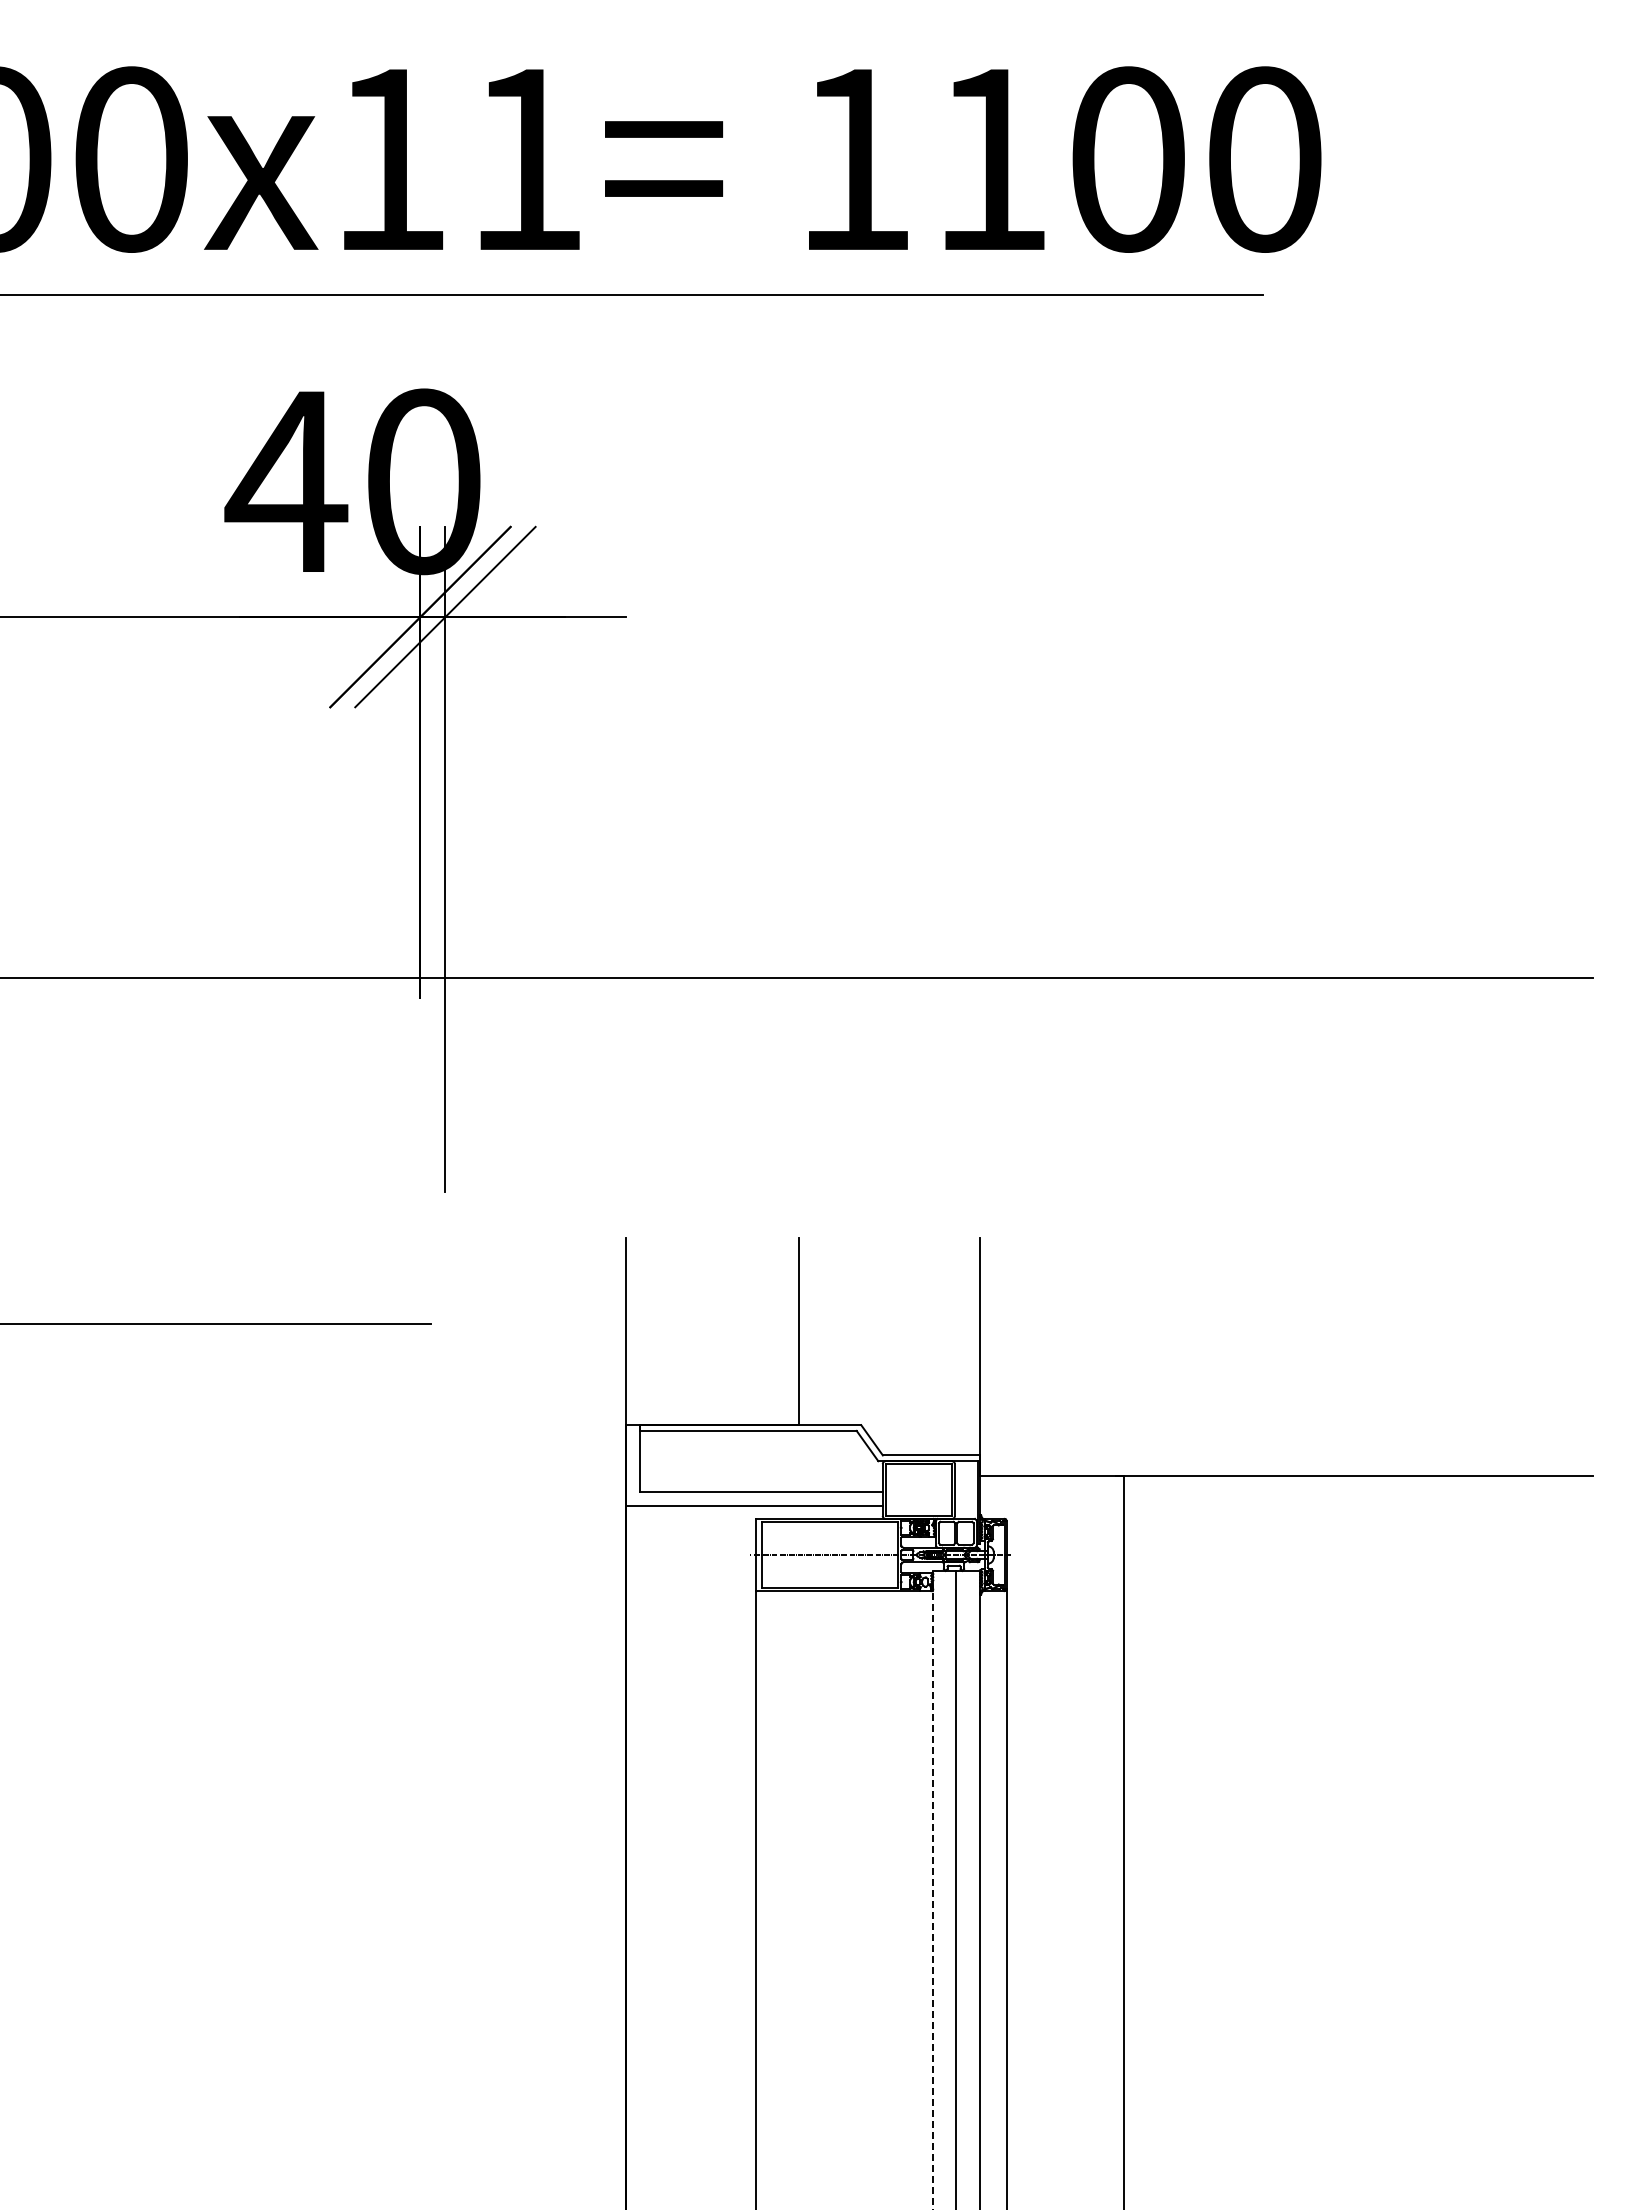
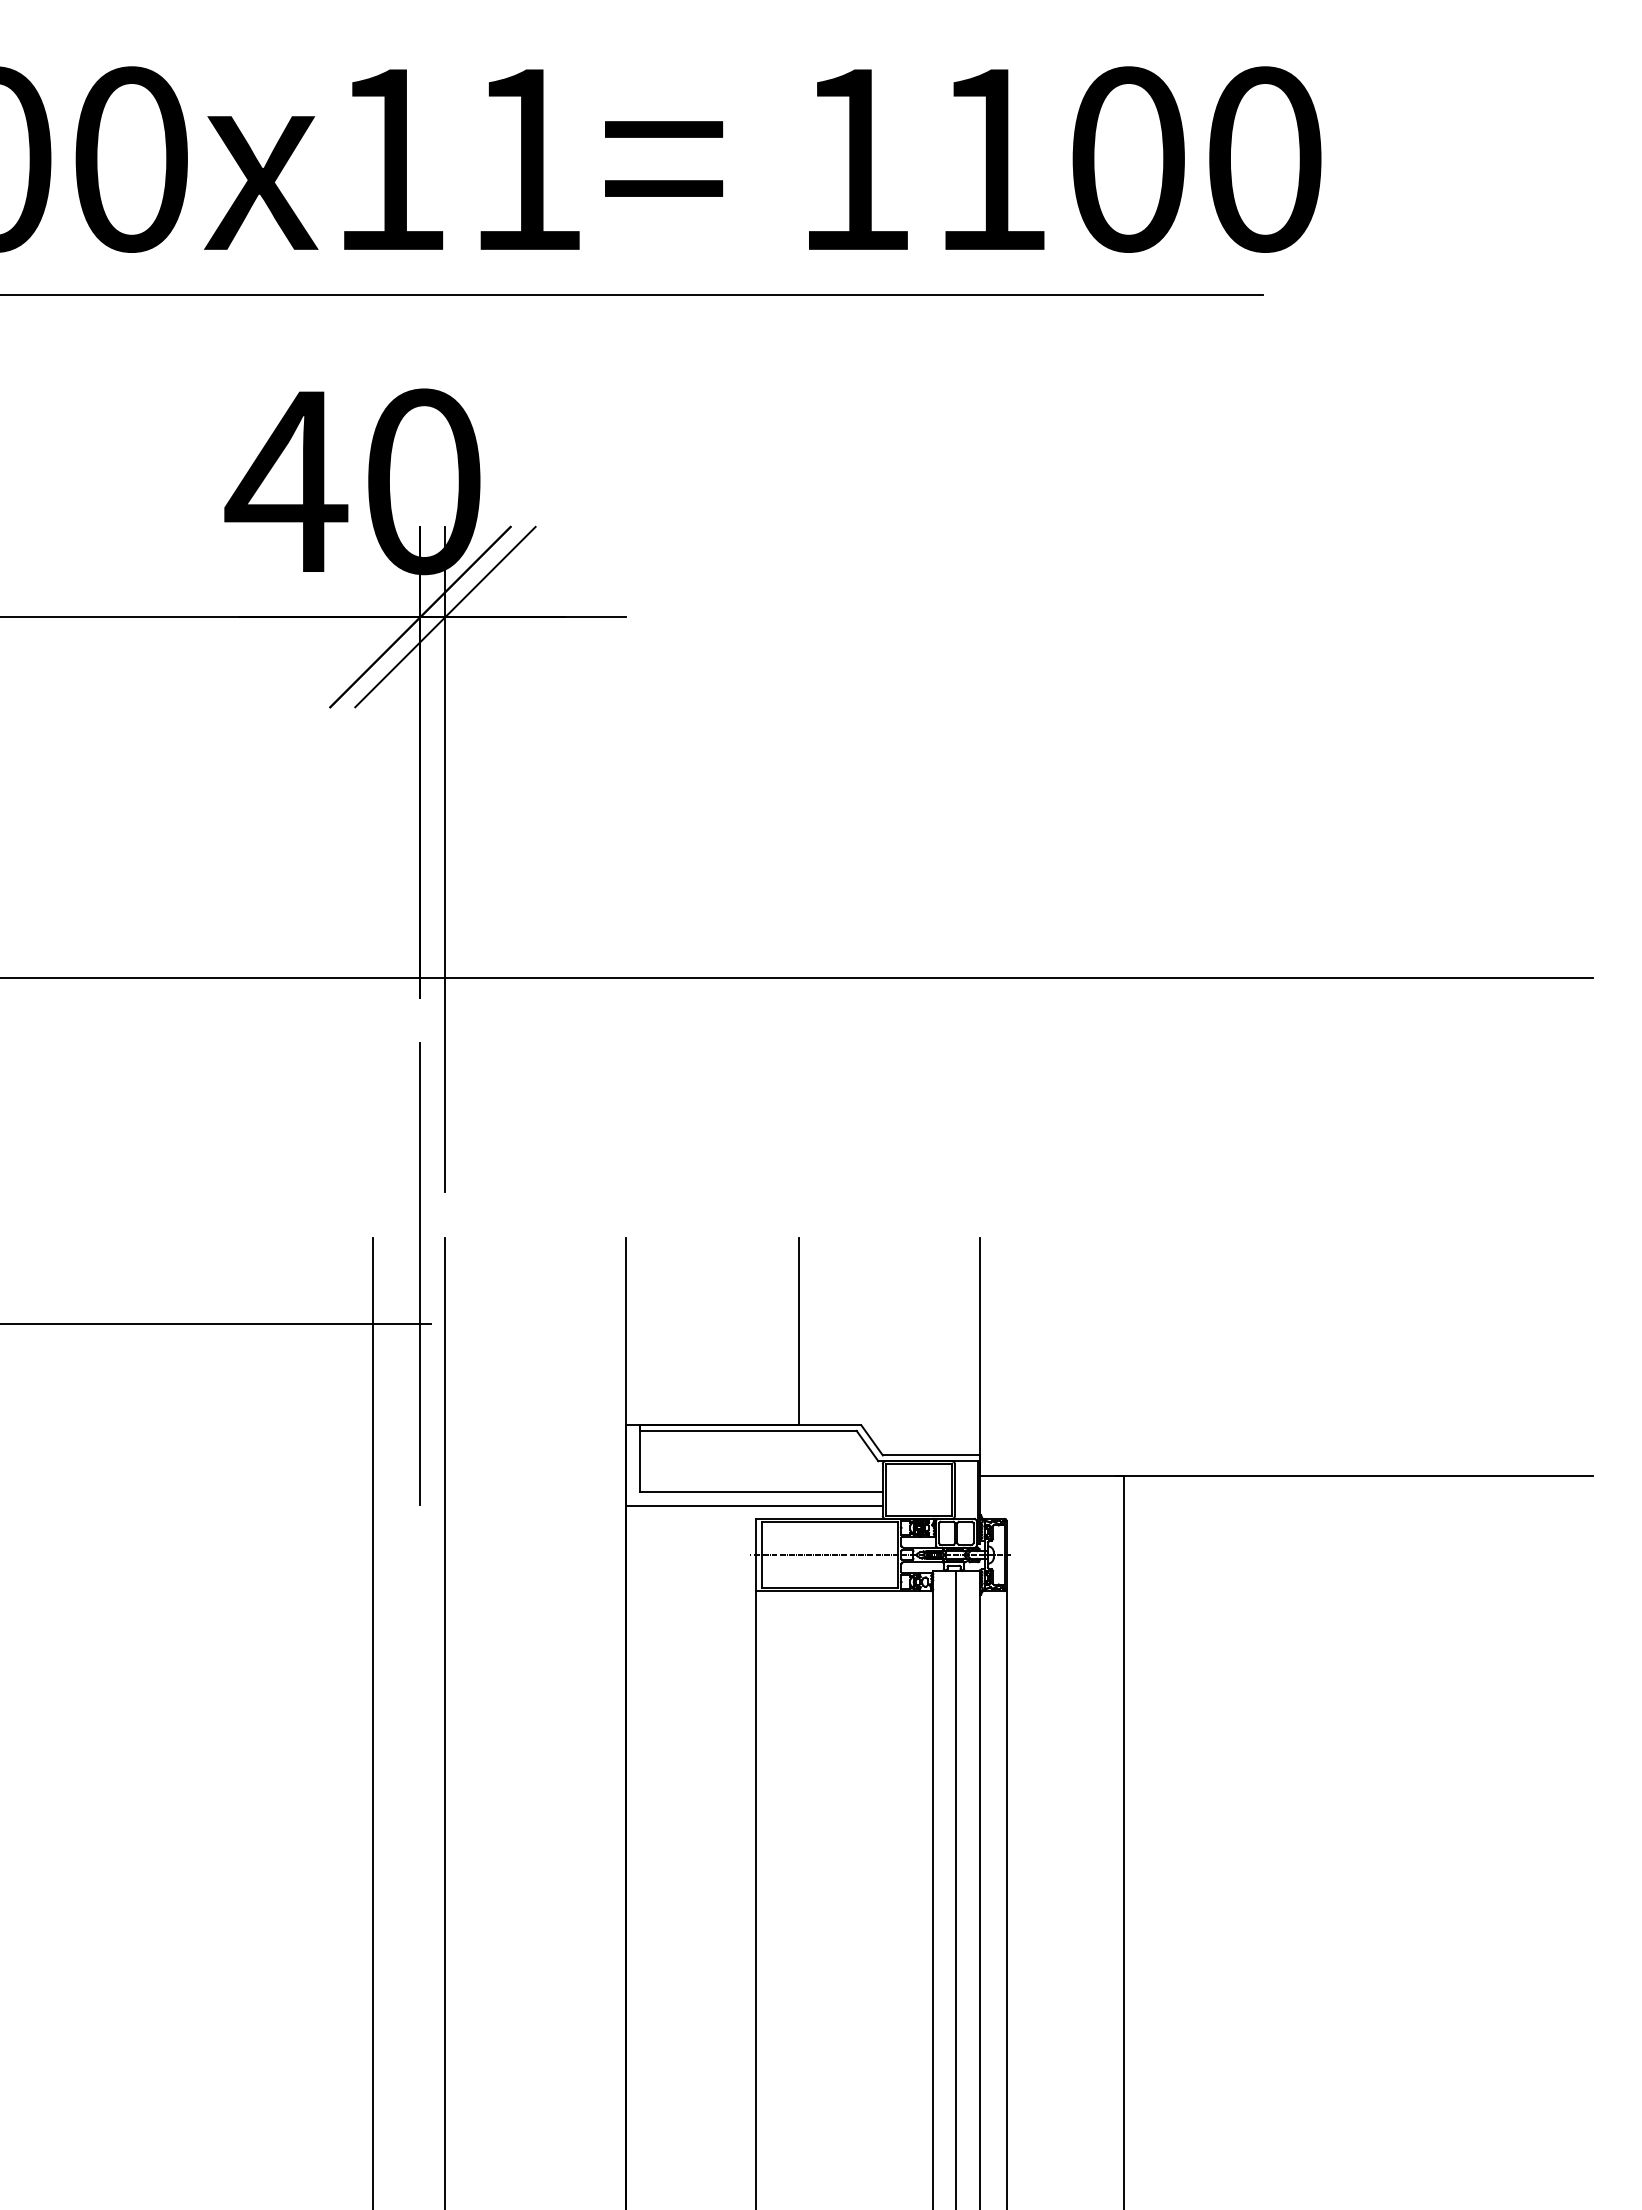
line at (420, 1273): none -> present
line at (373, 1721): none -> present
line at (445, 1721): none -> present
line at (933, 1890): dashed -> solid
